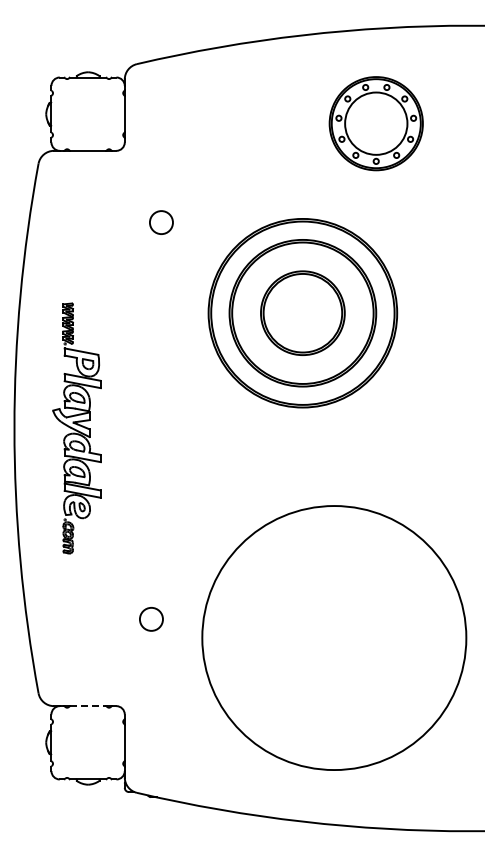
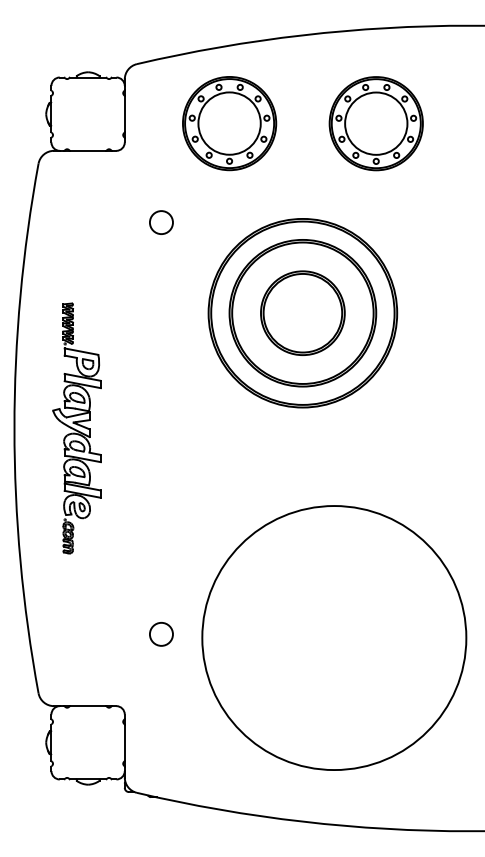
part at (229, 123): none -> present
circle at (151, 619) position: (151, 619) -> (161, 634)
line at (88, 706): dashed -> solid
